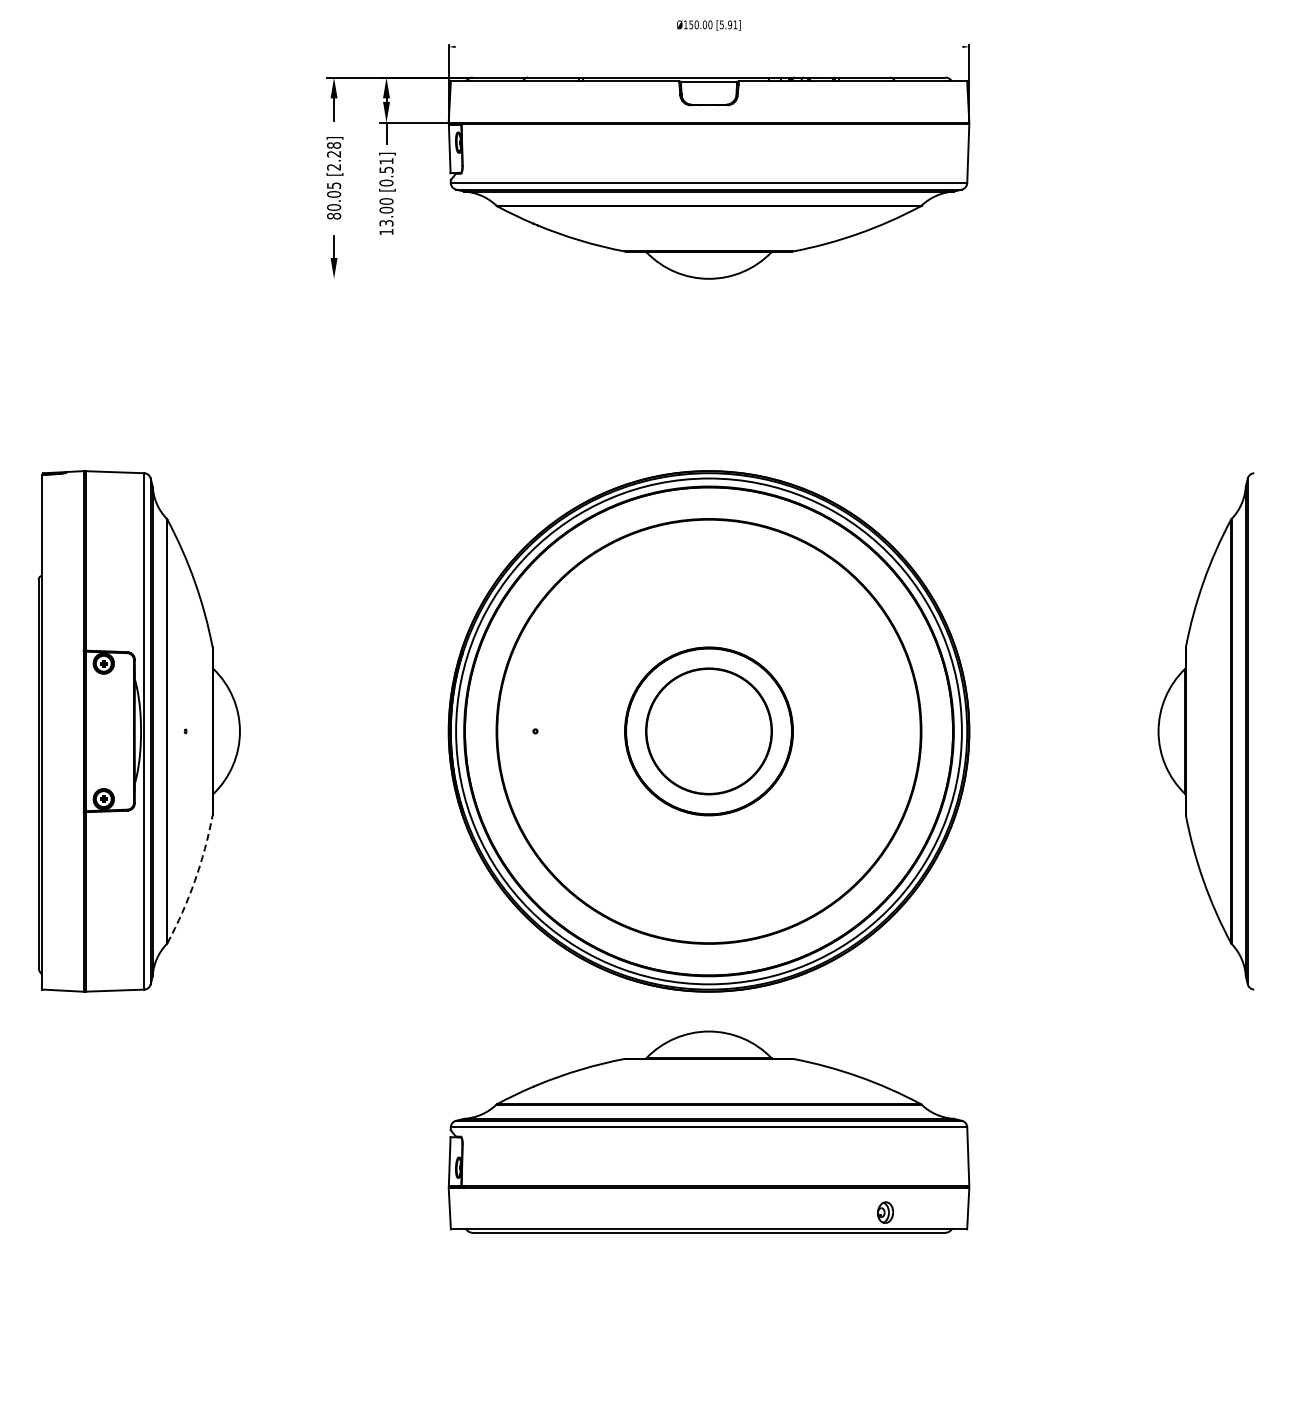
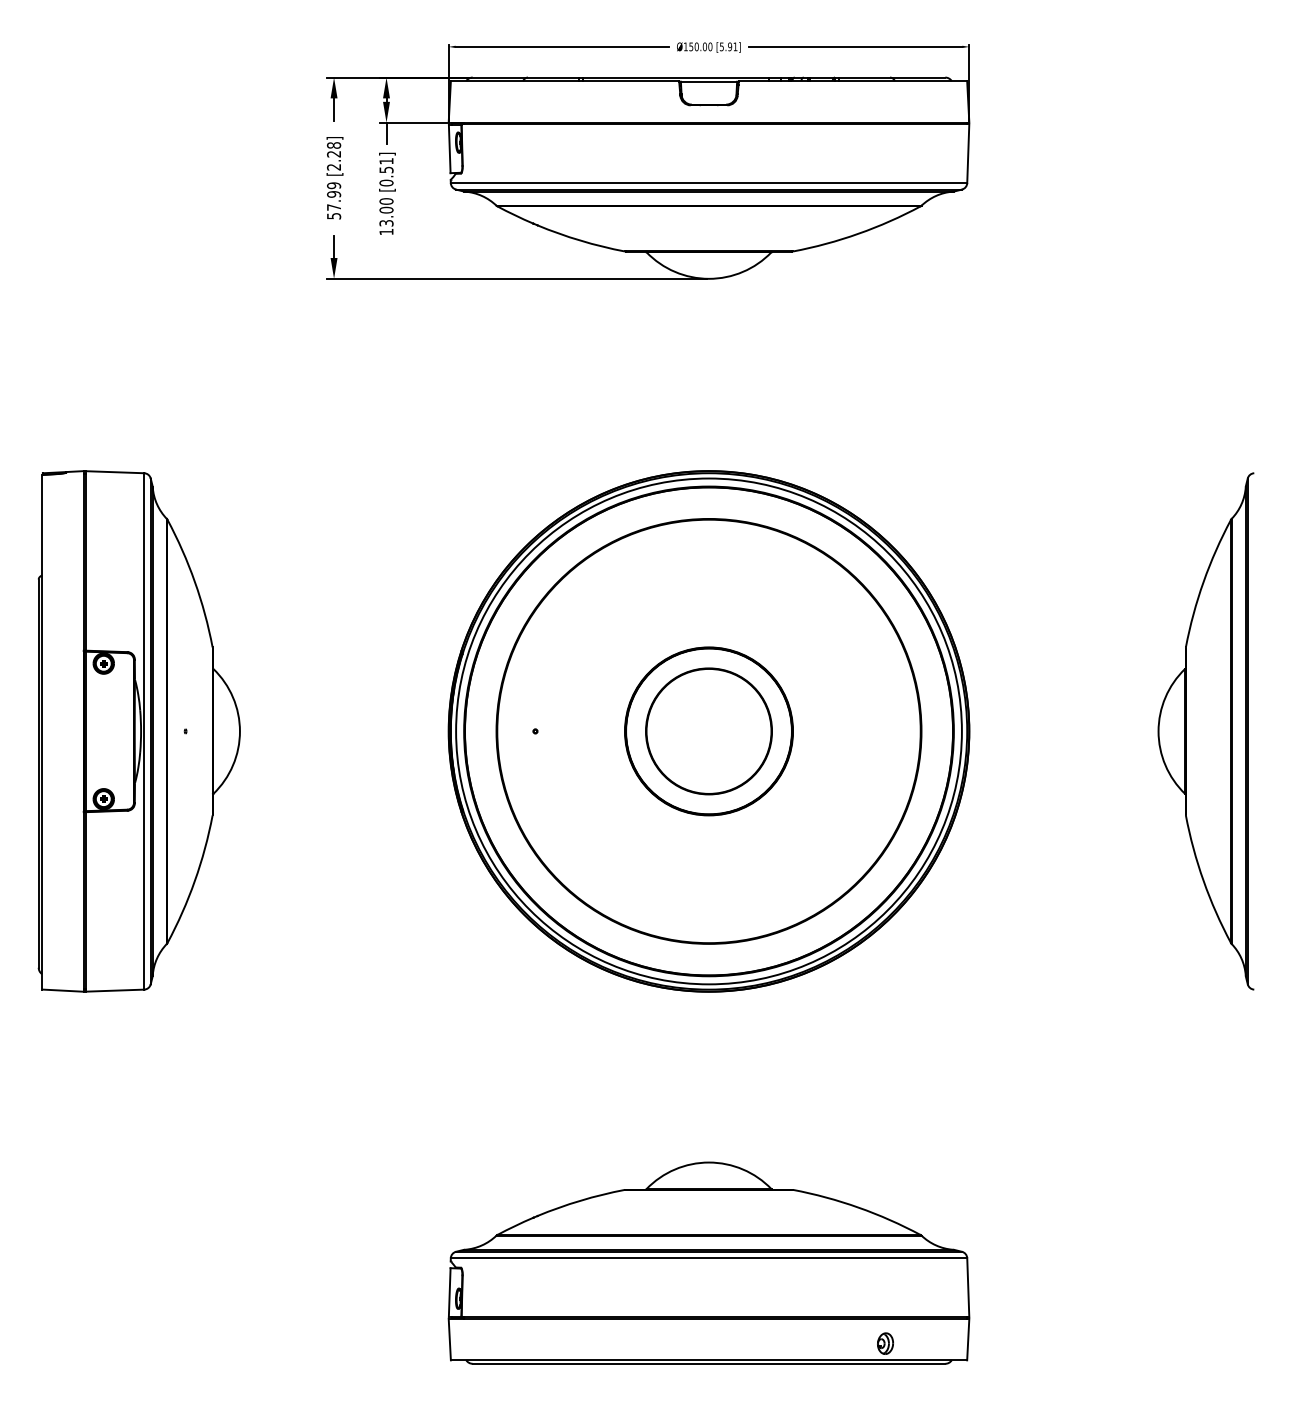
text at (708, 25) position: (708, 25) -> (708, 47)
line at (561, 46): none -> present
line at (855, 46): none -> present
text at (334, 200): 80.05 -> 57.99
line at (517, 278): none -> present
arc at (194, 881): dashed -> solid
part at (708, 1131) position: (708, 1131) -> (708, 1262)
